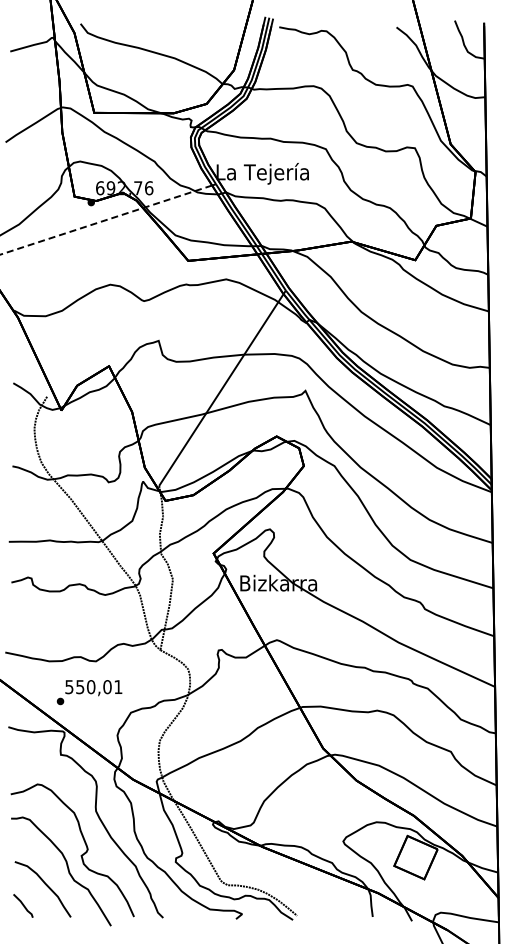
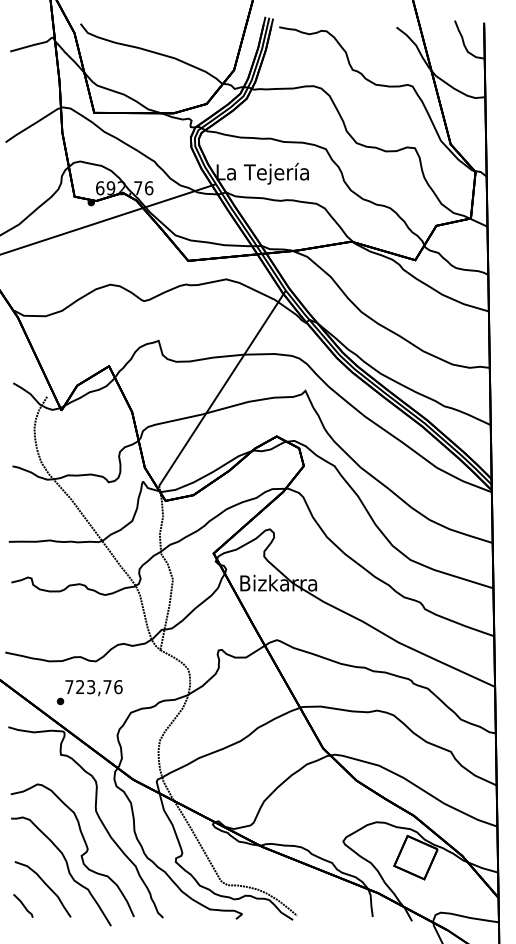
line at (105, 220): dashed -> solid
text at (93, 687): 550,01 -> 723,76
